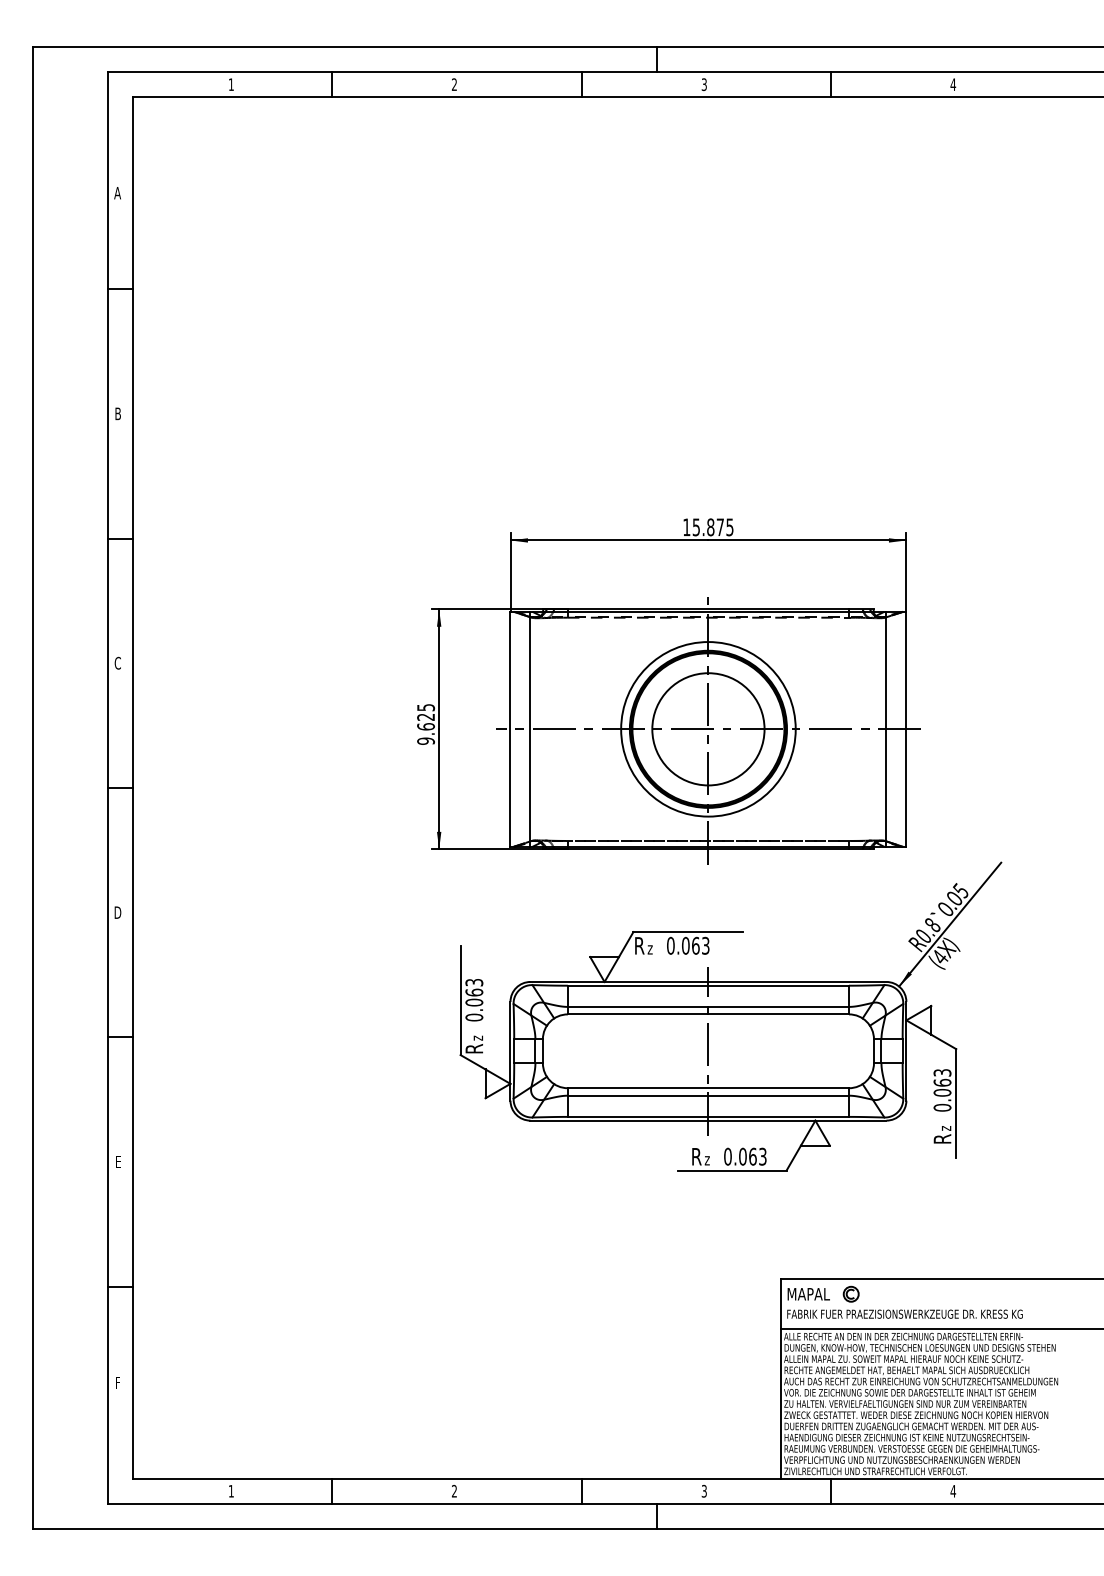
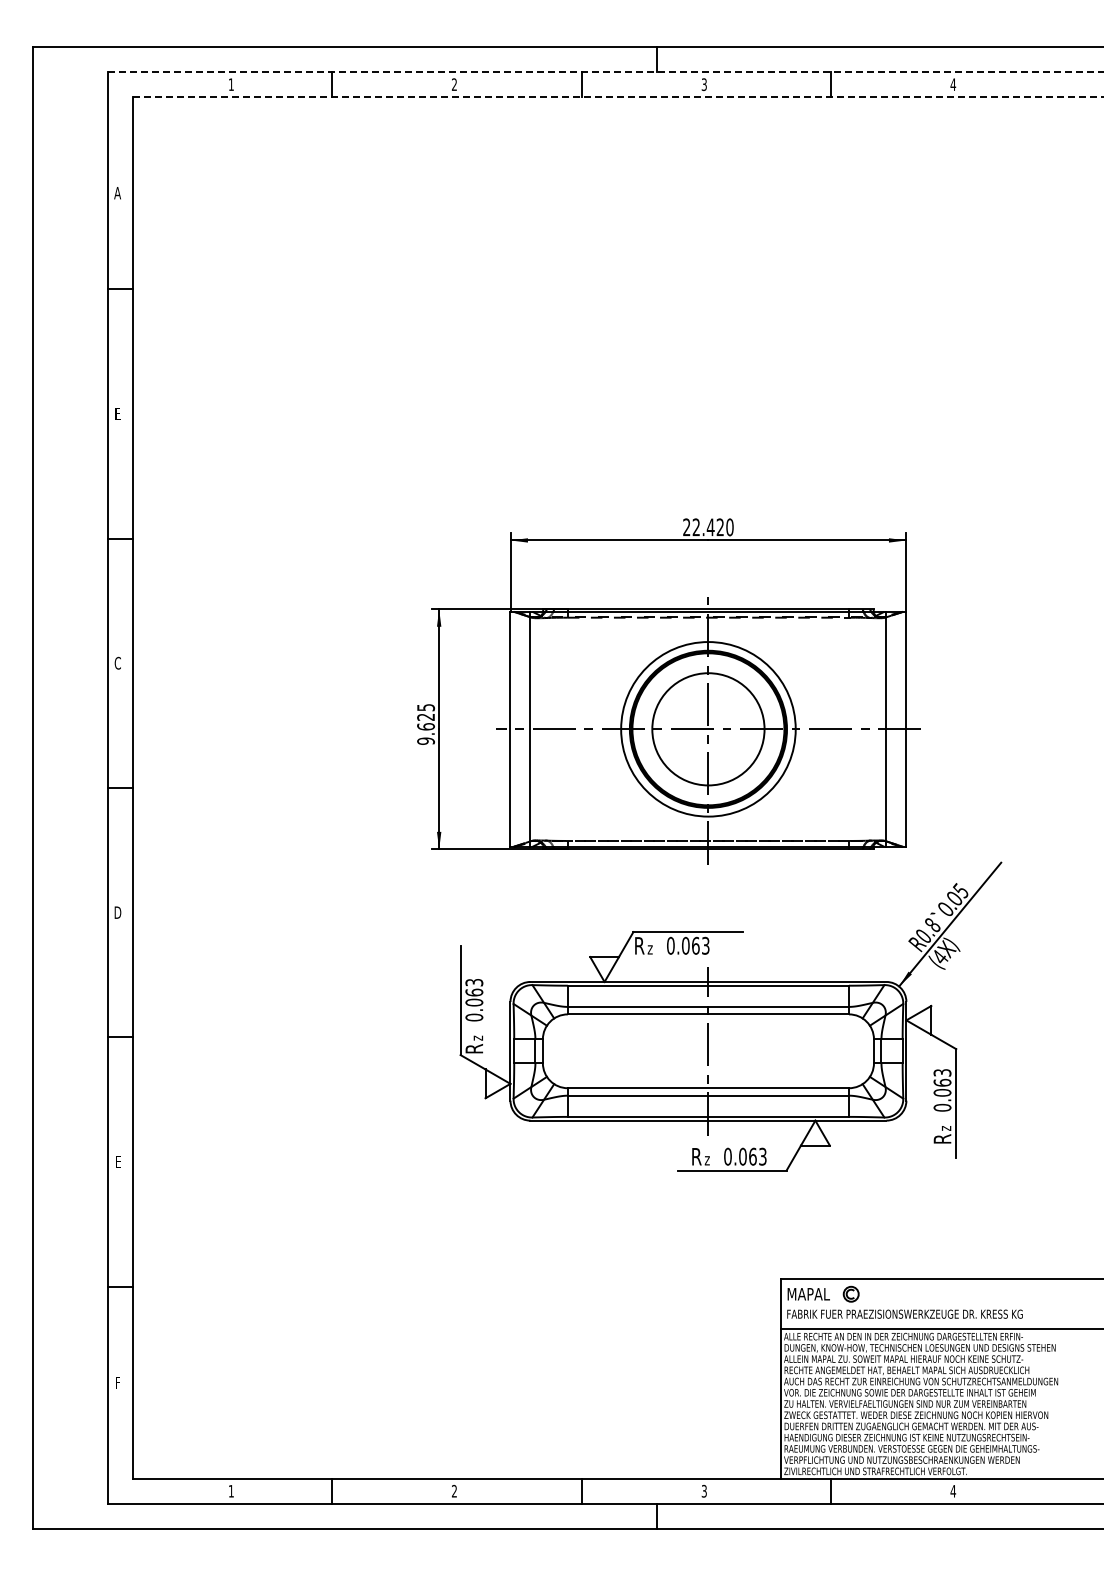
line at (605, 72): solid -> dashed
line at (618, 97): solid -> dashed
text at (117, 413): B -> E
text at (708, 527): 15.875 -> 22.420
